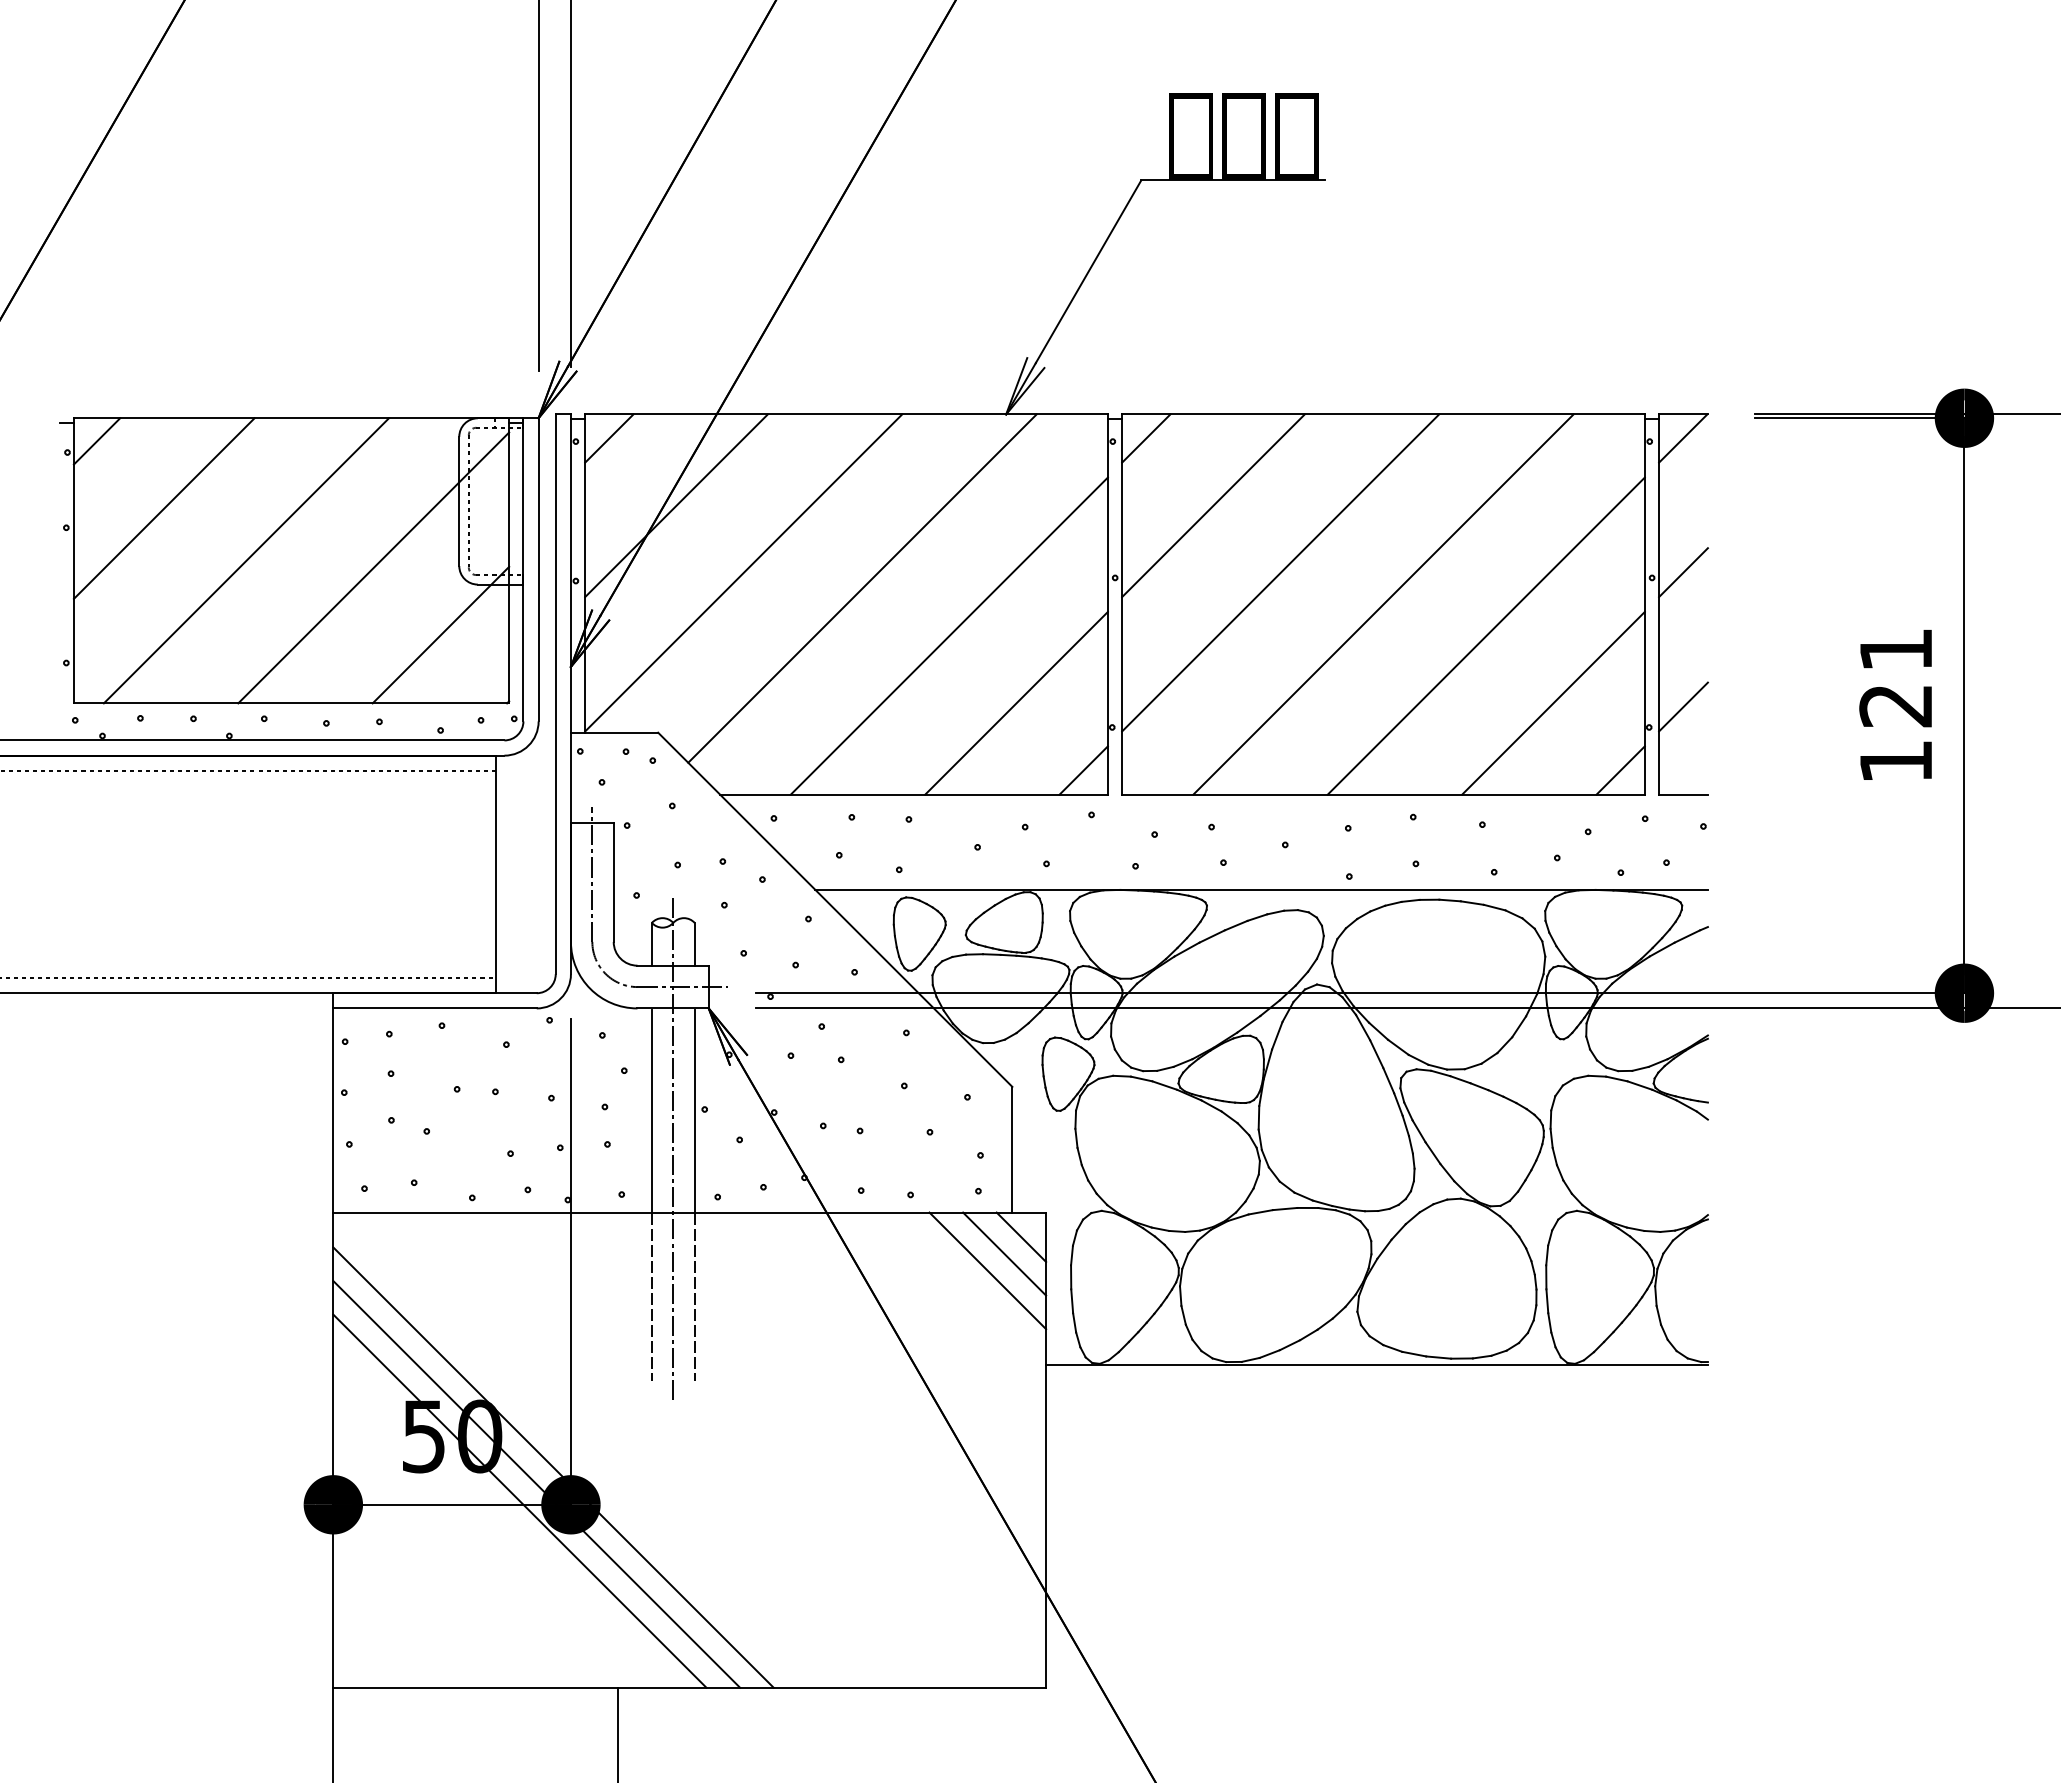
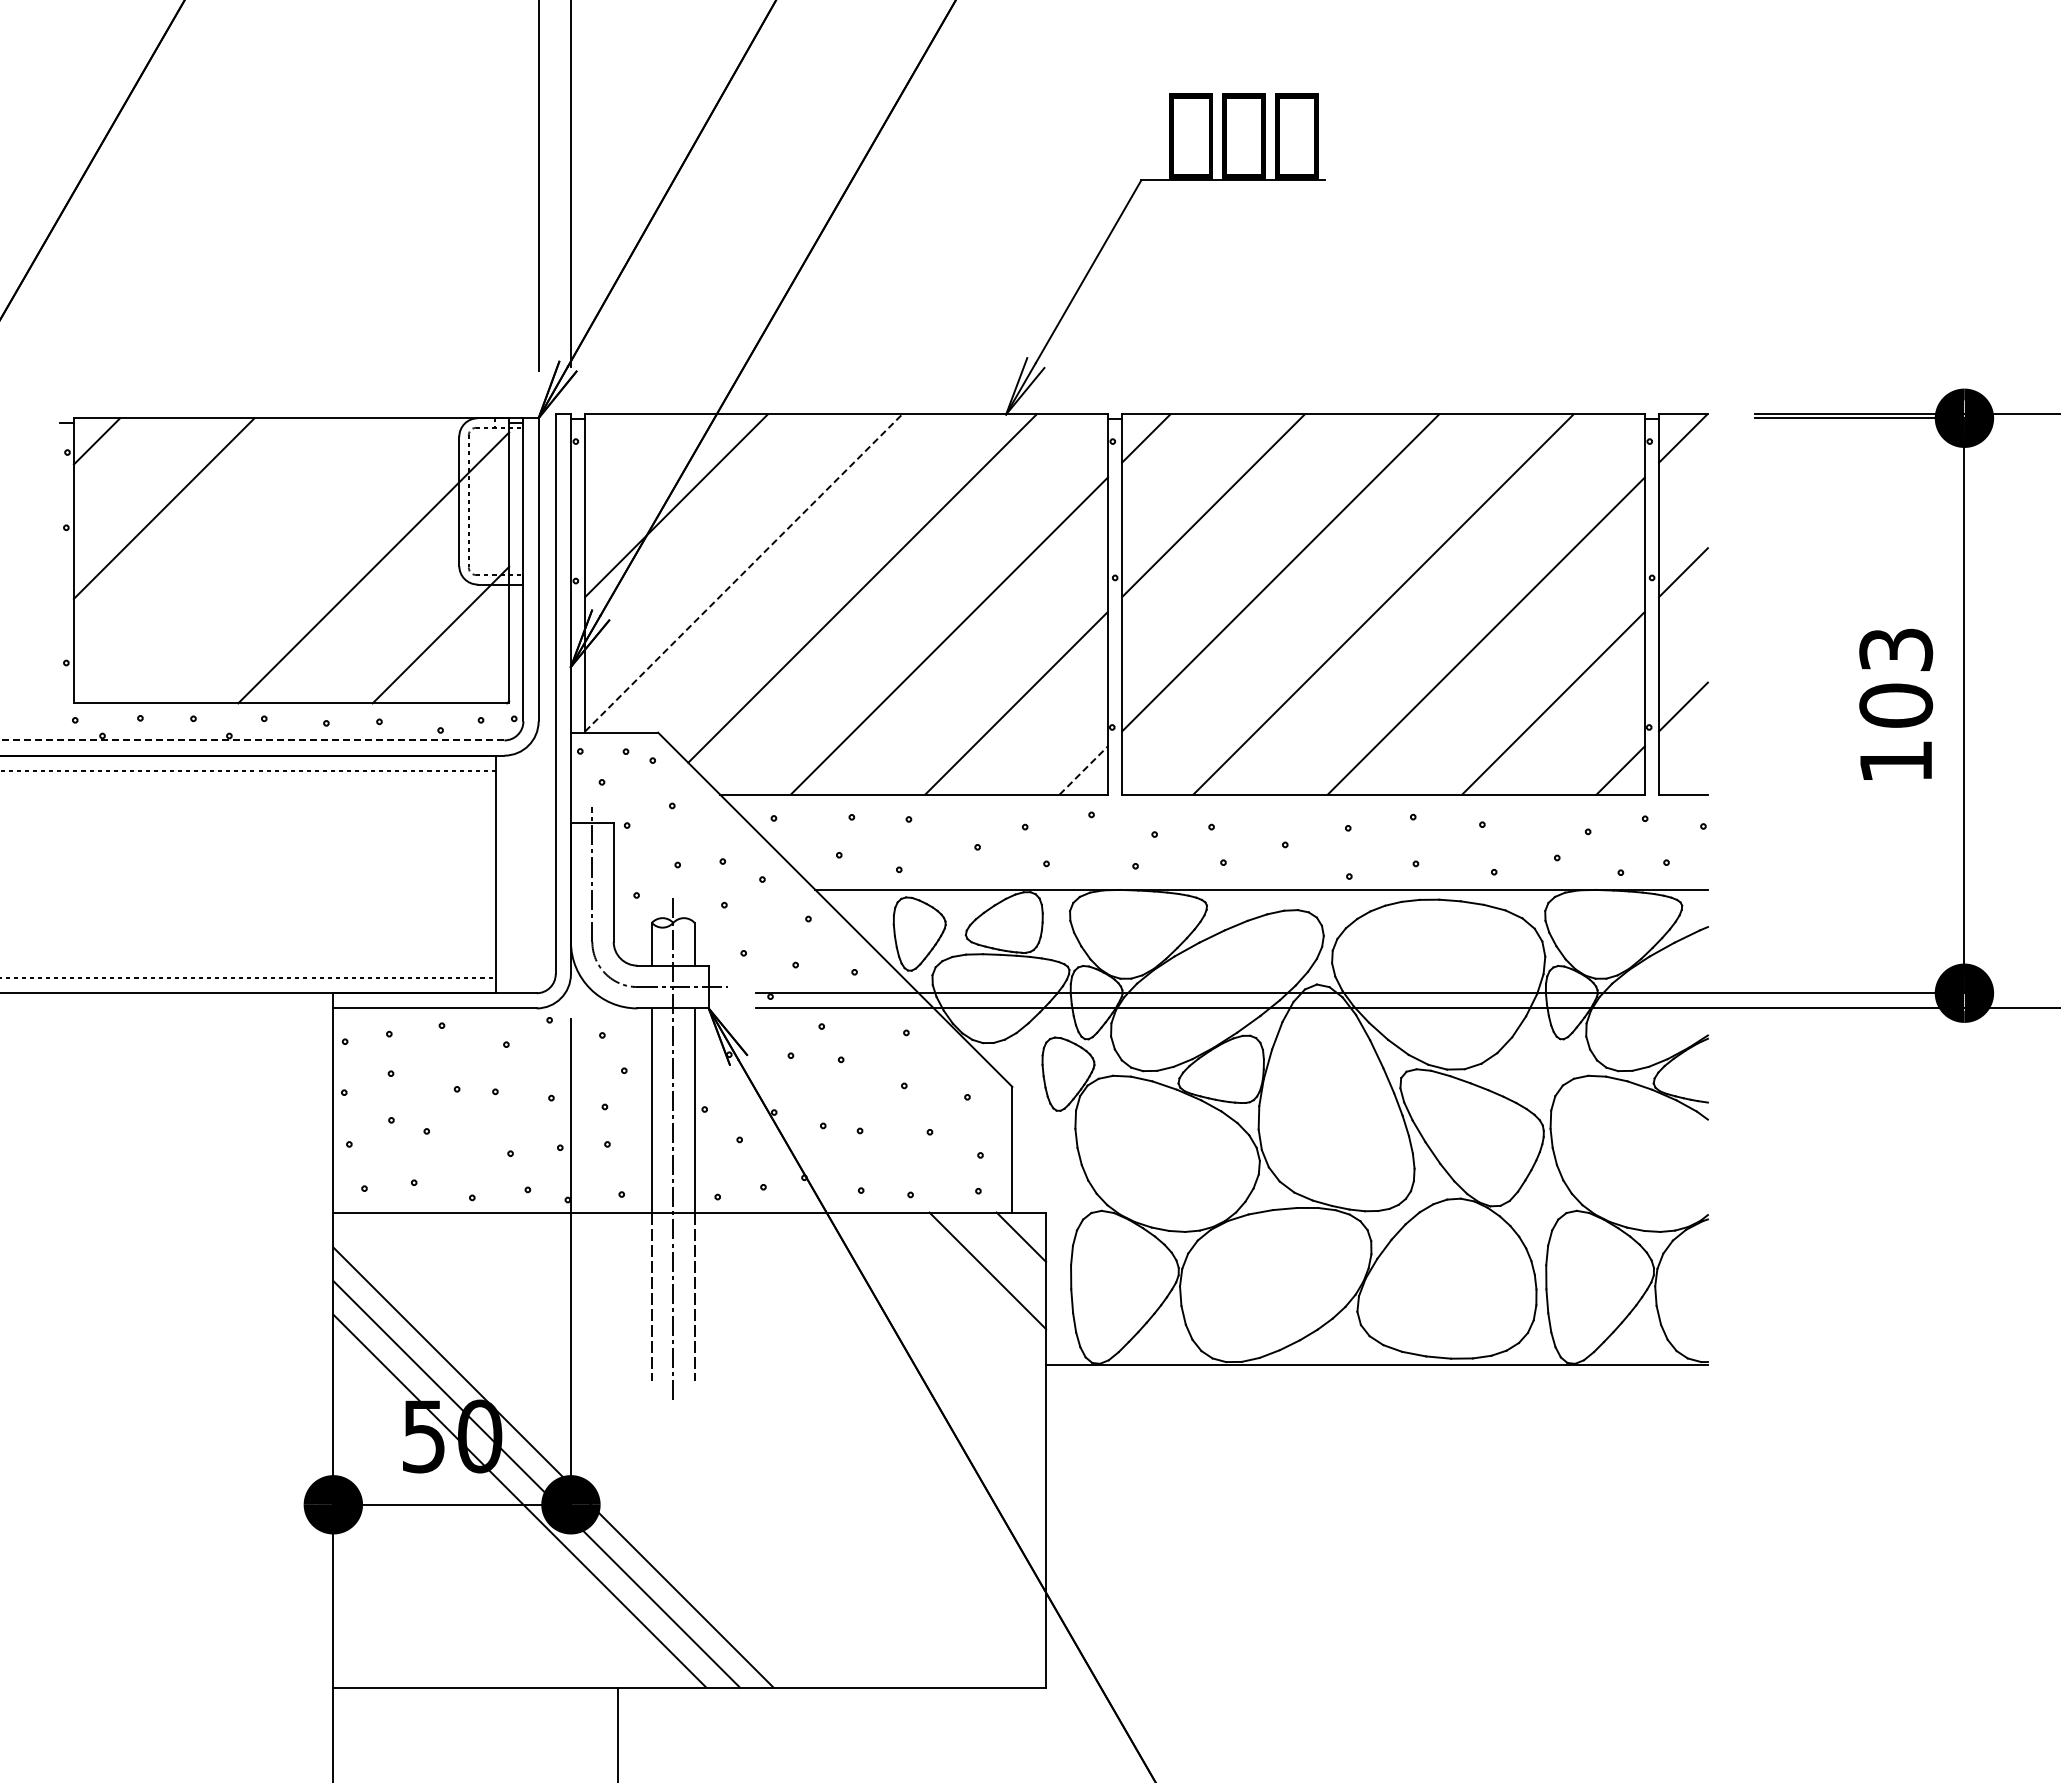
line at (609, 438): present -> none
line at (246, 560): present -> none
line at (744, 572): solid -> dashed
text at (1896, 677): 121 -> 103
line at (252, 740): solid -> dashed
line at (1084, 770): solid -> dashed
line at (1004, 1253): present -> none
